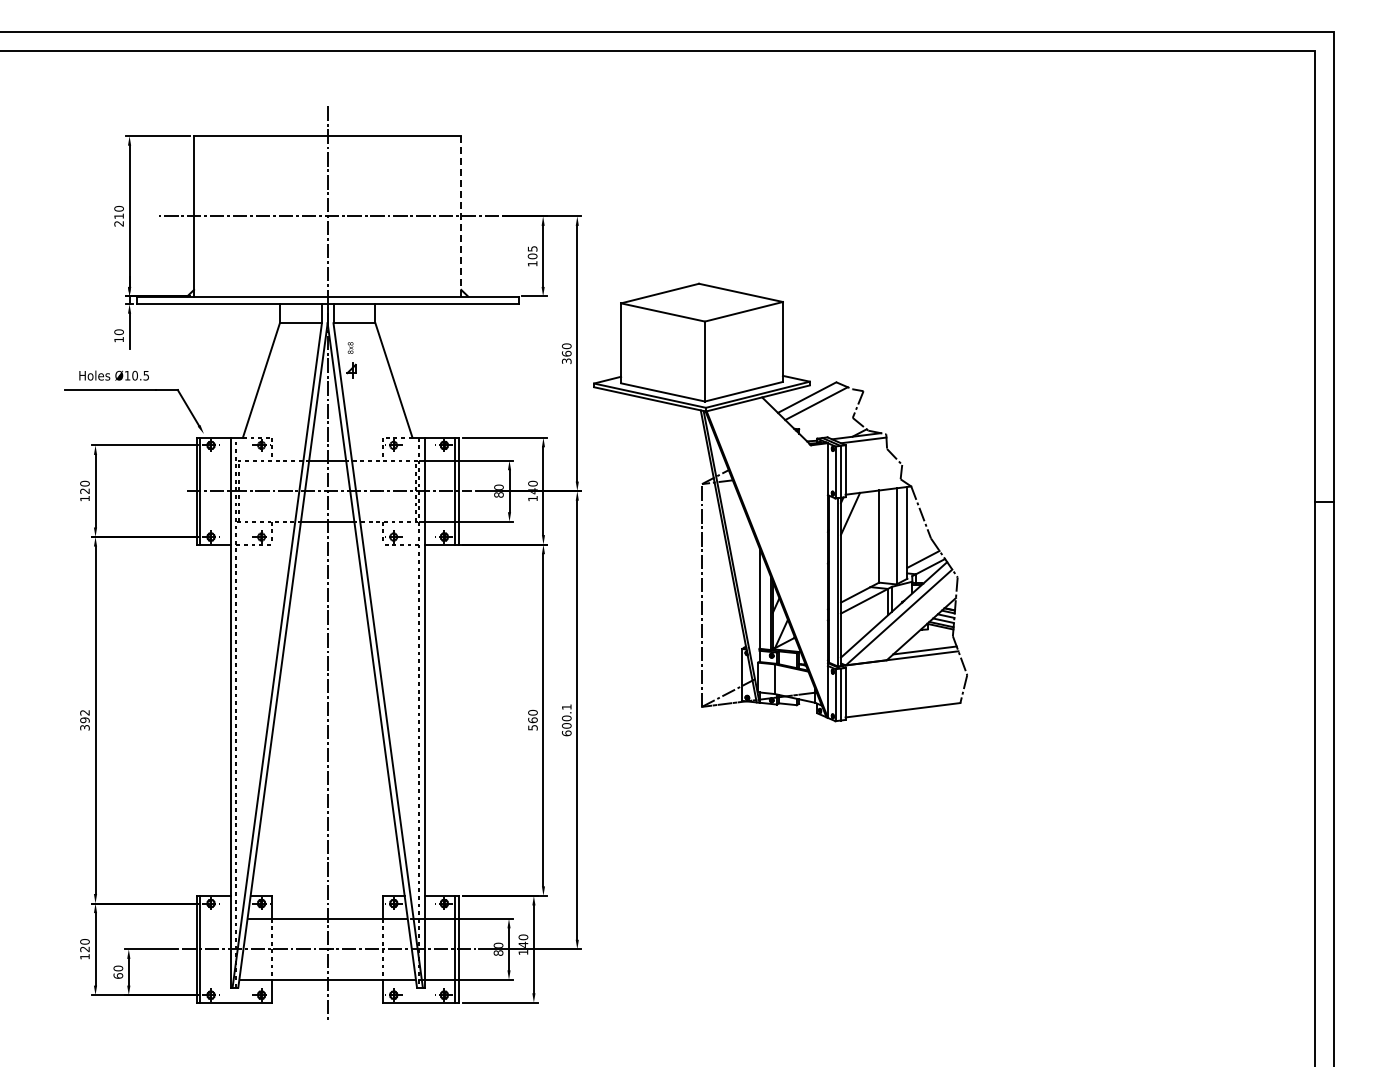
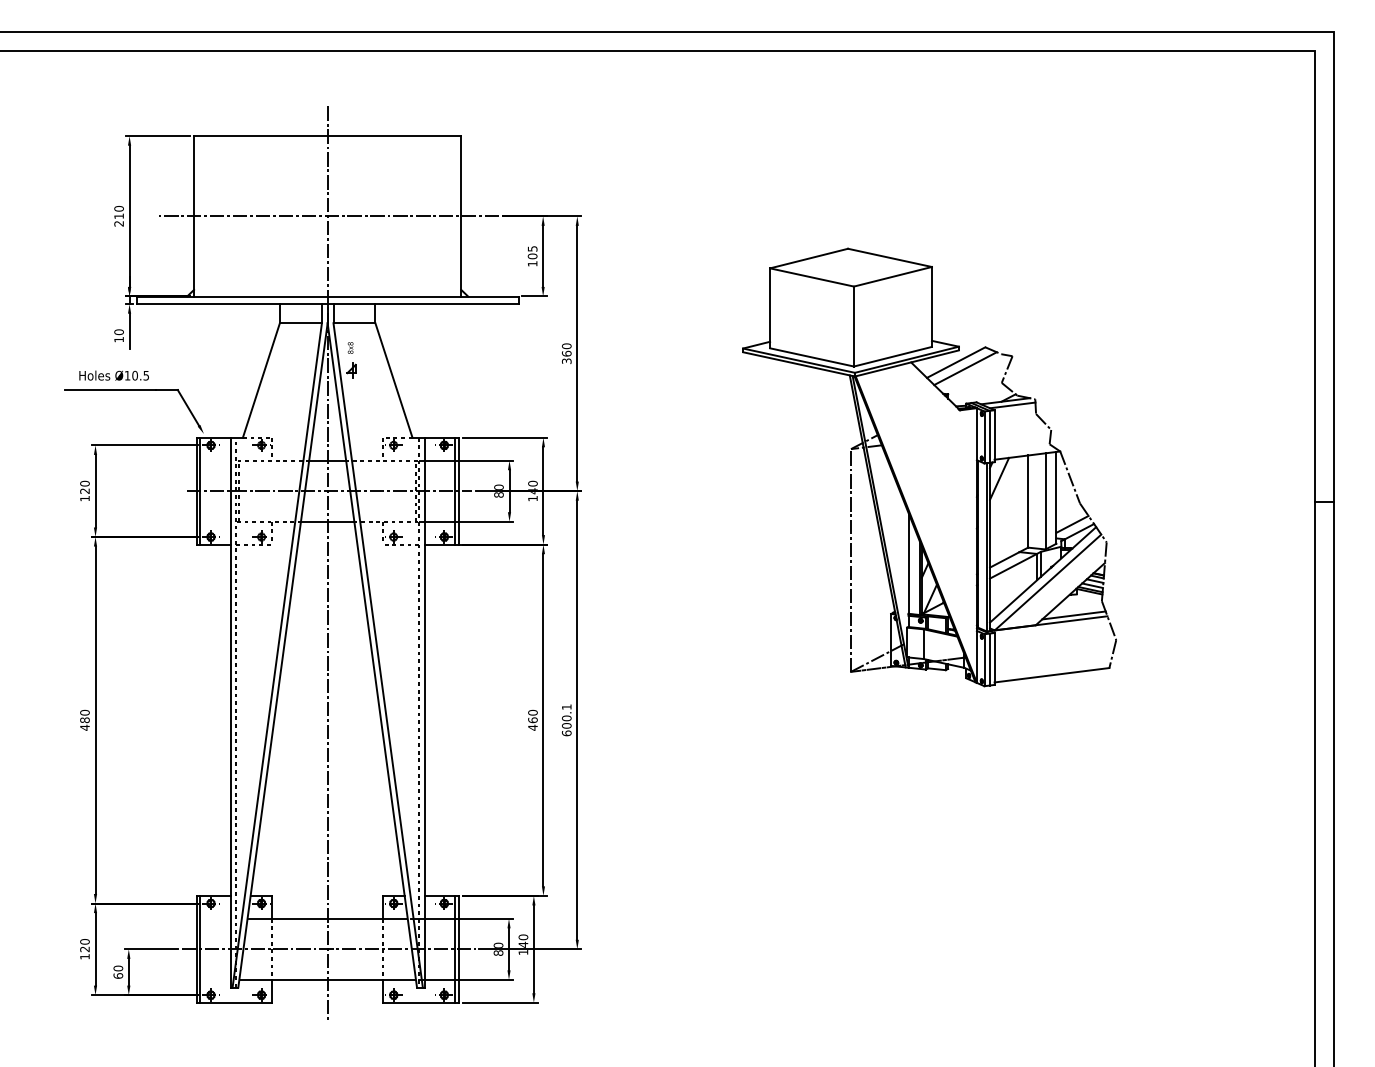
line at (461, 216): dashed -> solid
part at (780, 502) position: (780, 502) -> (929, 467)
text at (84, 719): 392 -> 480
text at (532, 727): 560 -> 460
